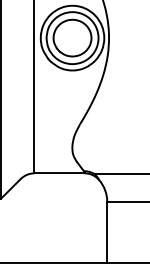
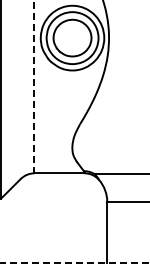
line at (34, 87): solid -> dashed
line at (75, 262): solid -> dashed
